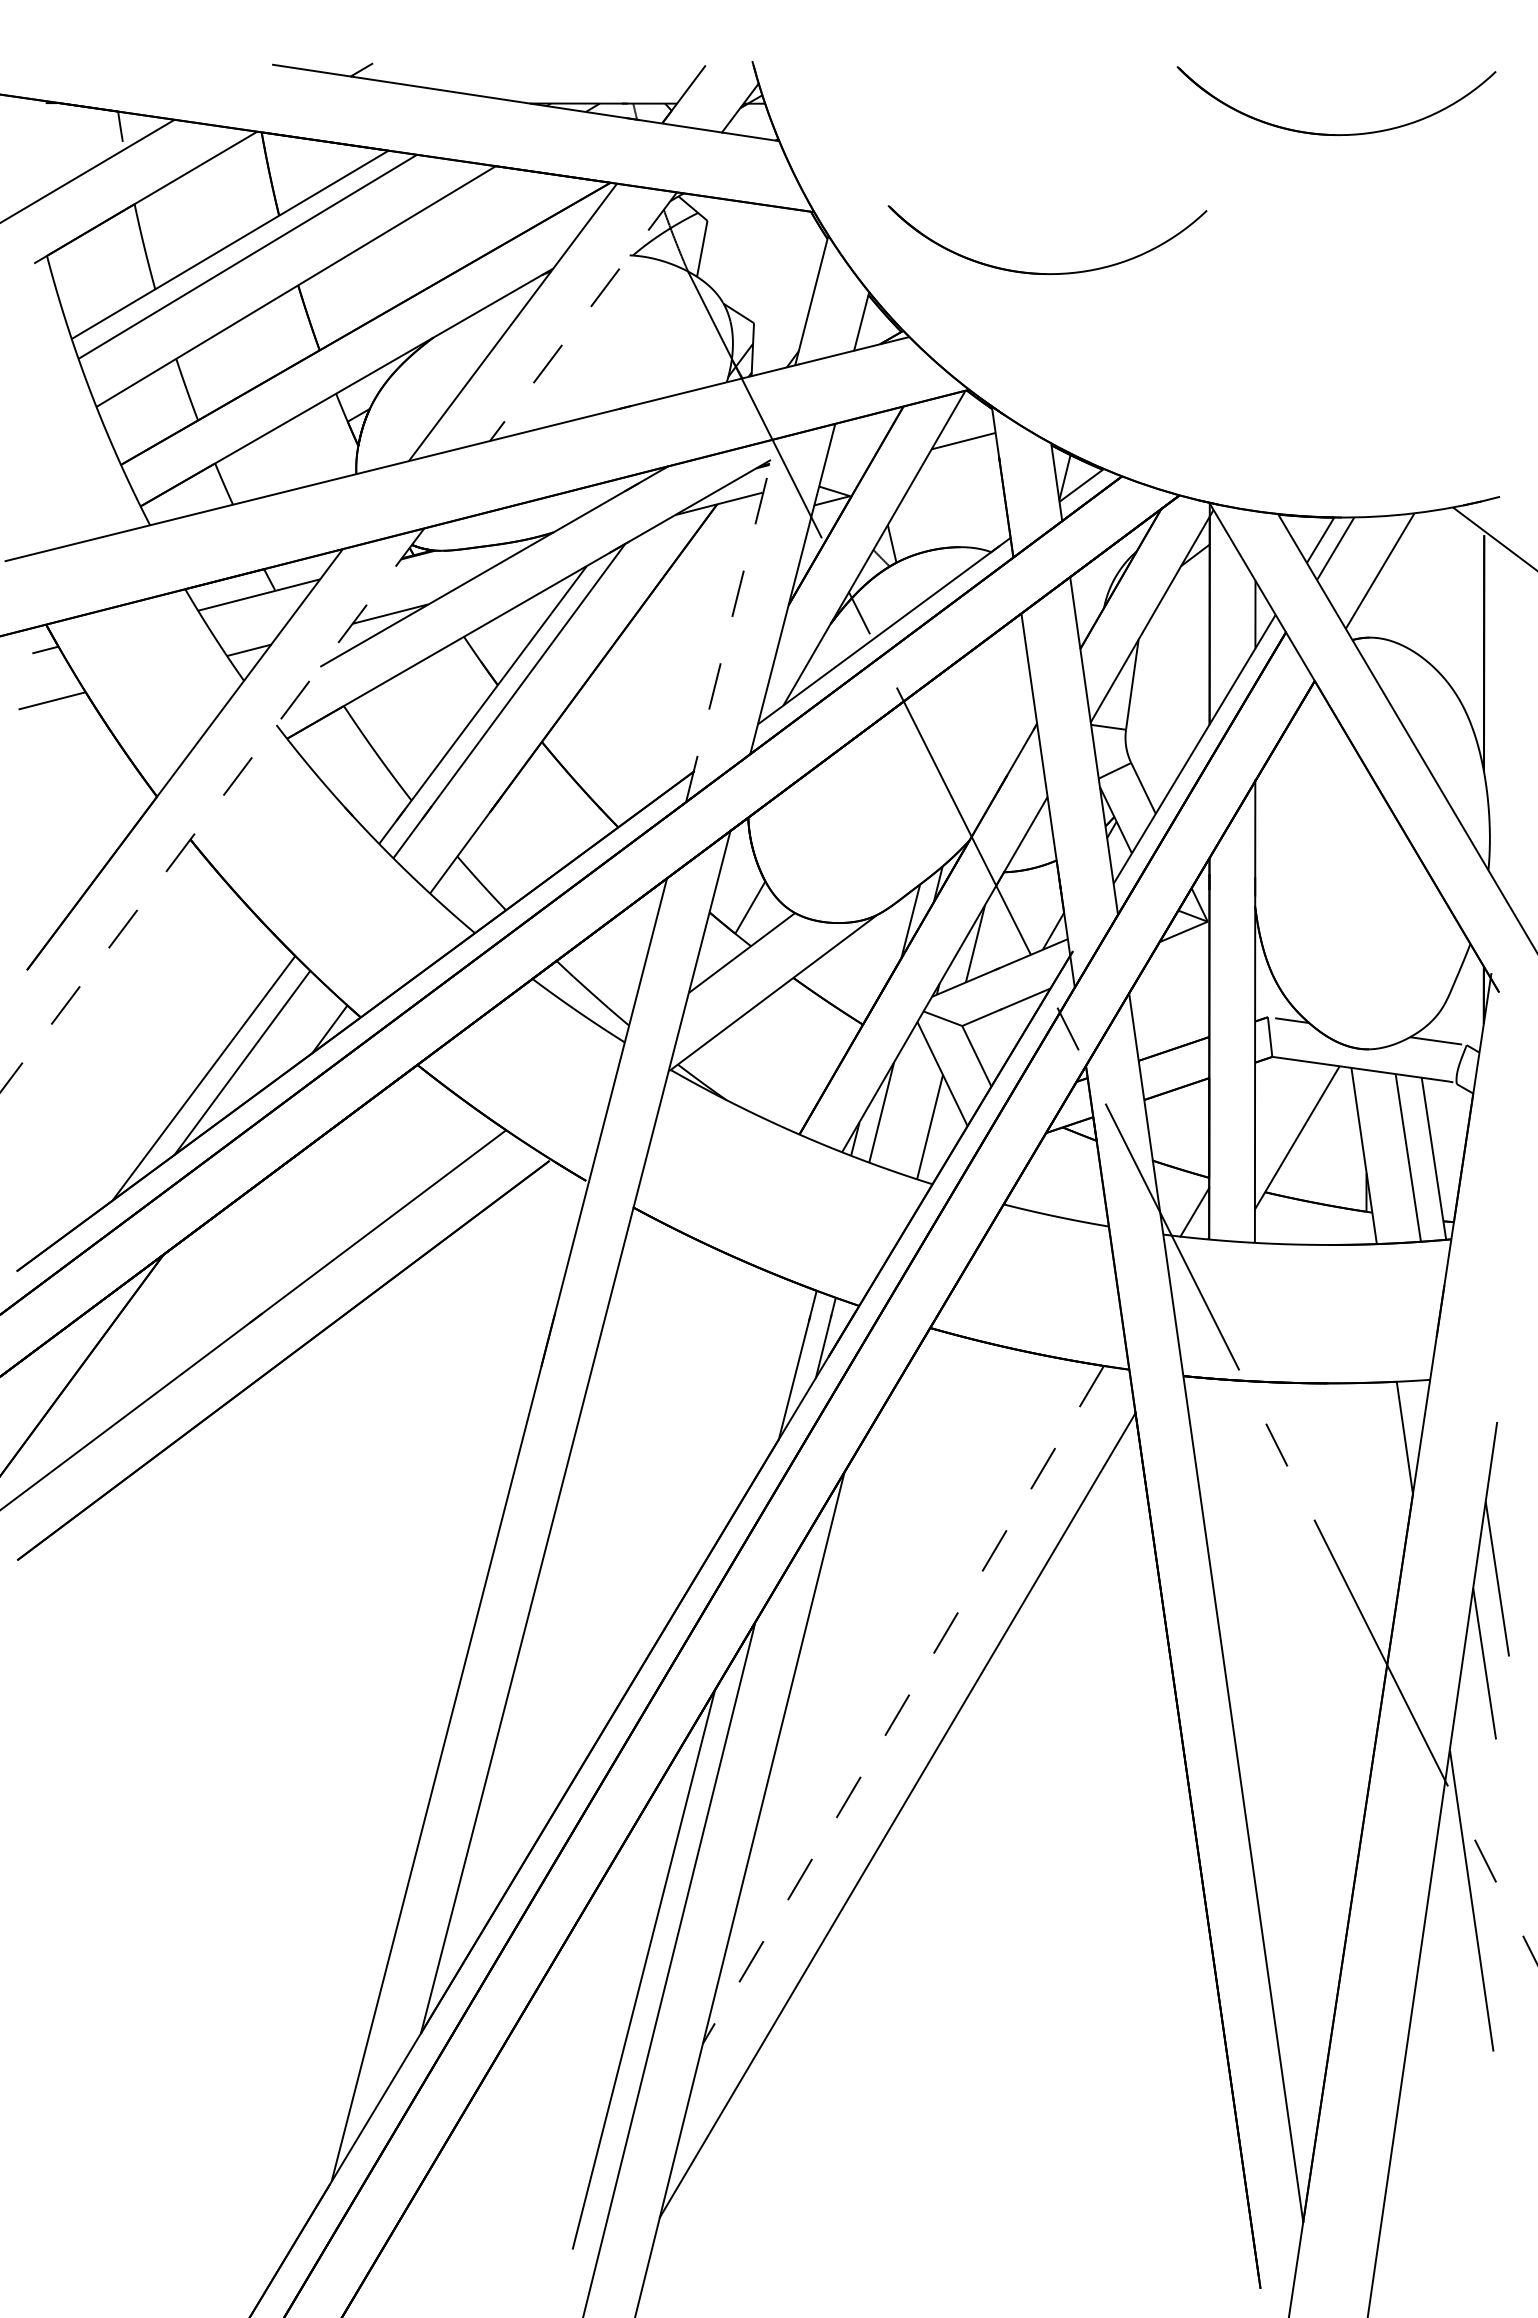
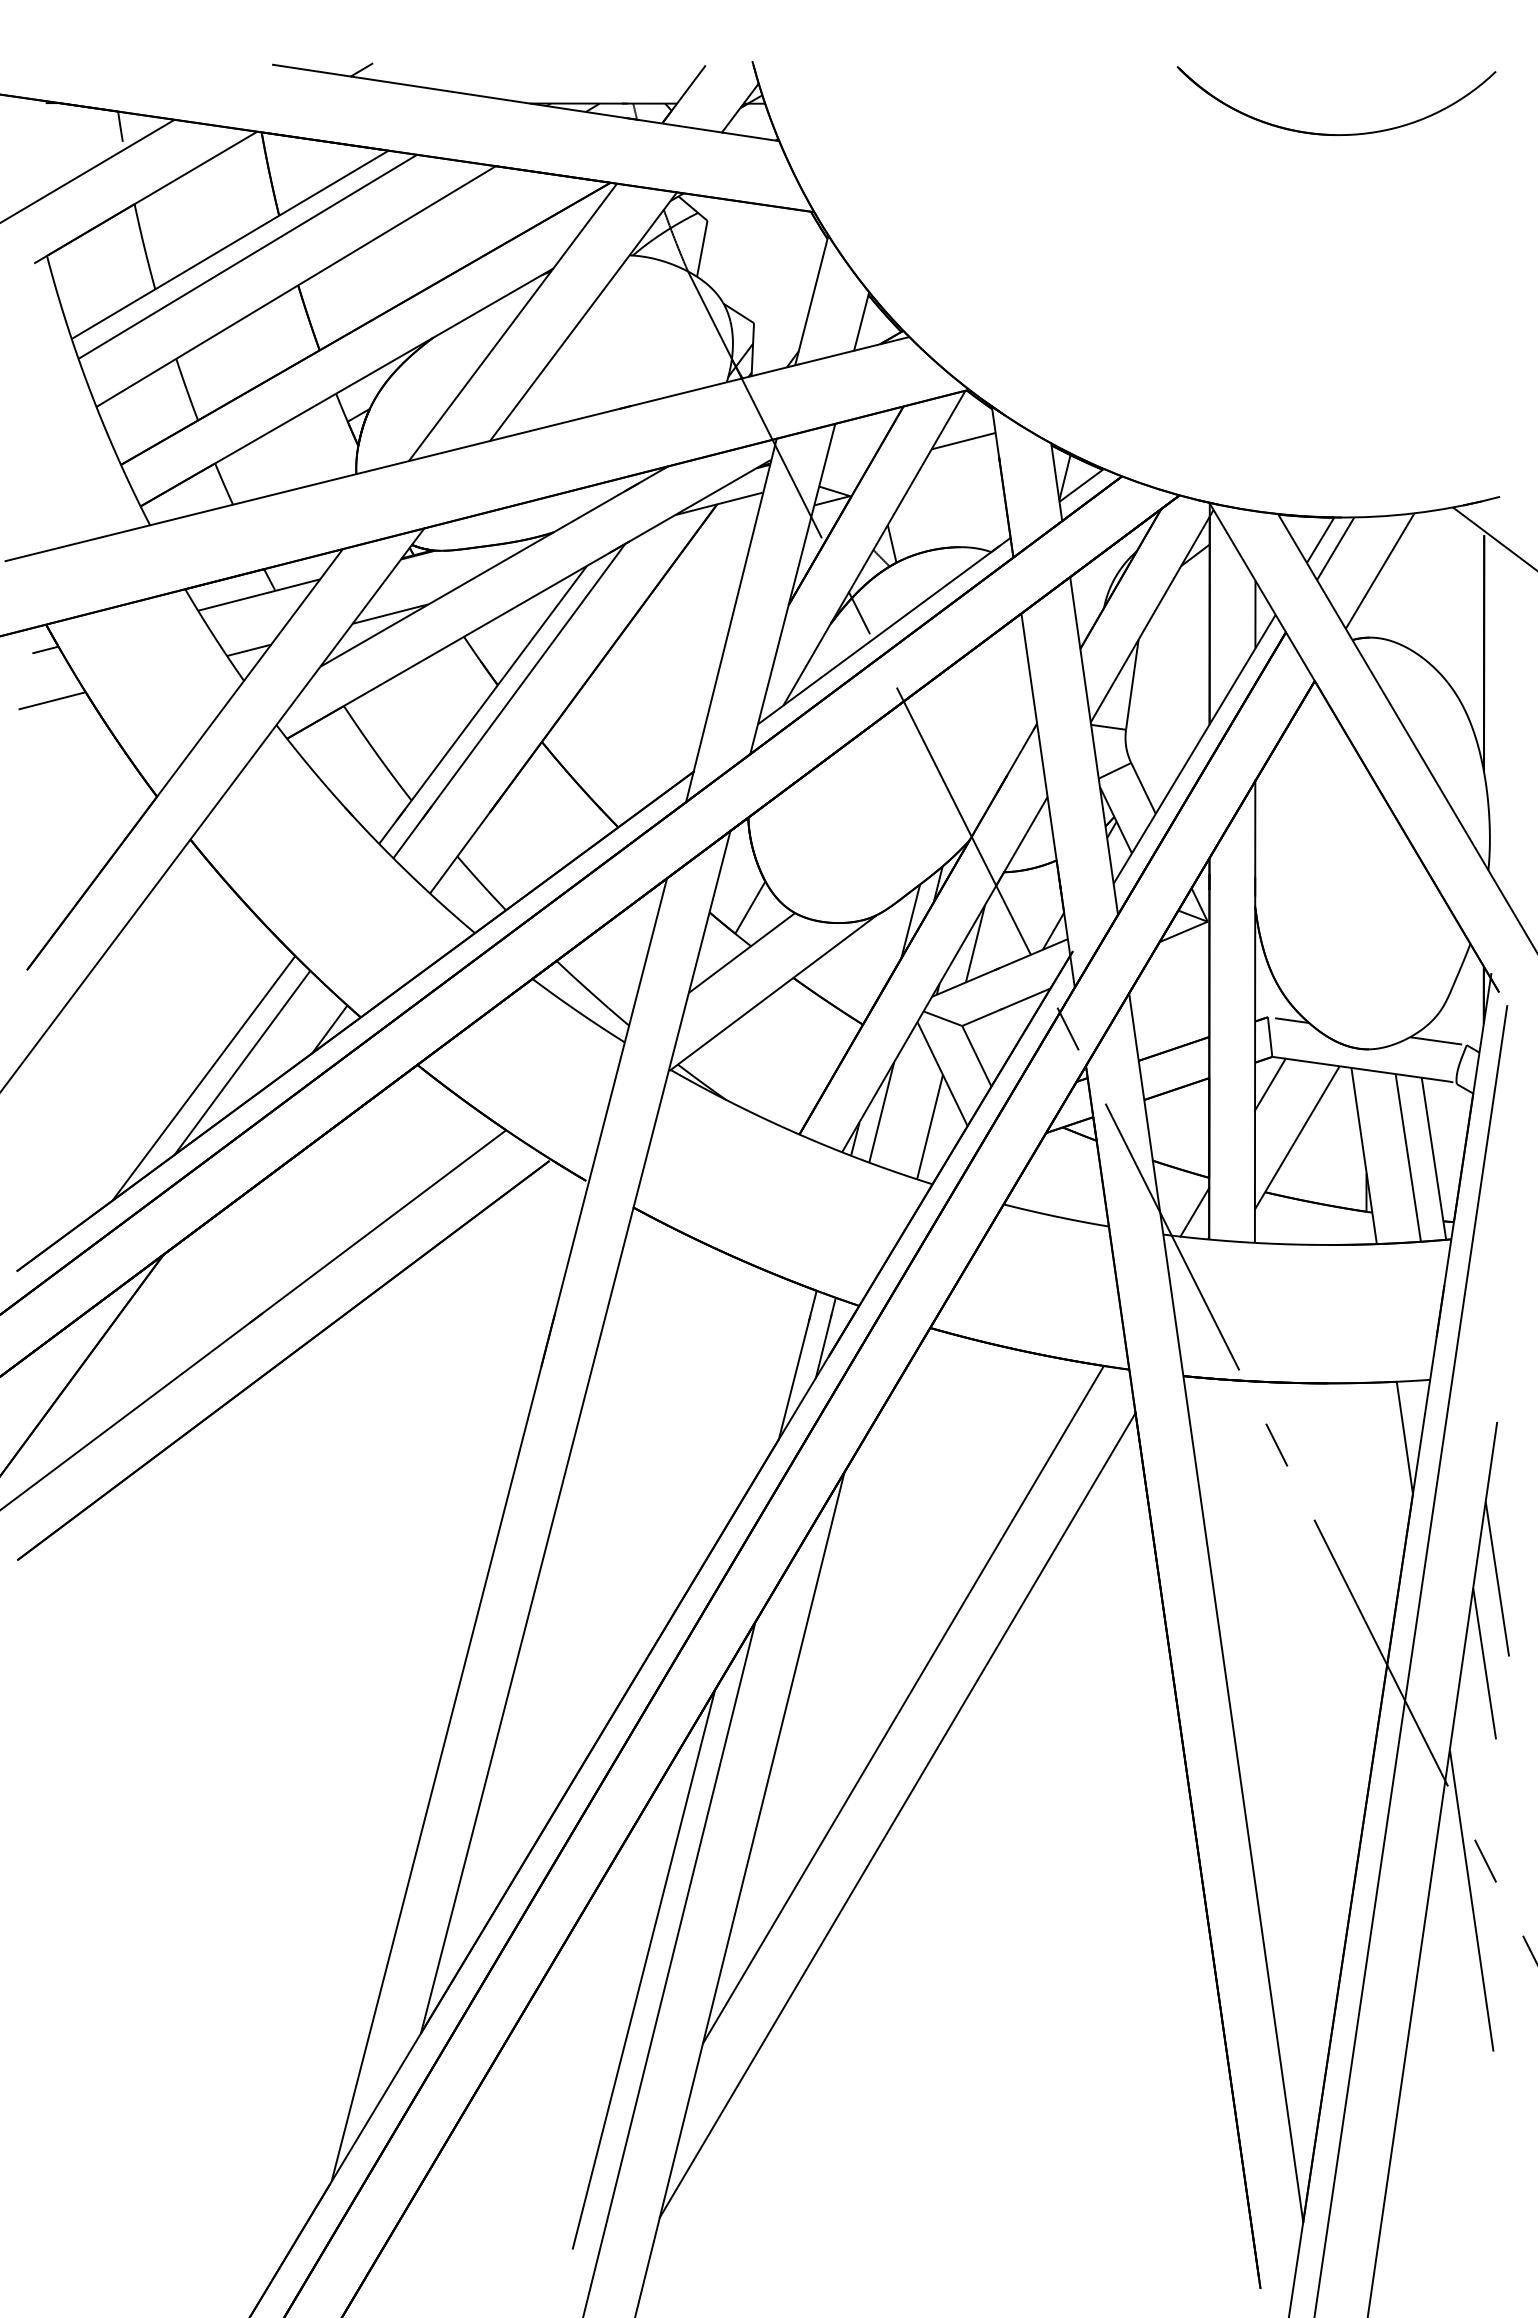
part at (1039, 272): present -> none
line at (583, 316): dashed -> solid
line at (731, 620): dashed -> solid
line at (212, 810): dashed -> solid
line at (1270, 1084): none -> present
line at (1410, 1660): none -> present
line at (903, 1704): dashed -> solid
